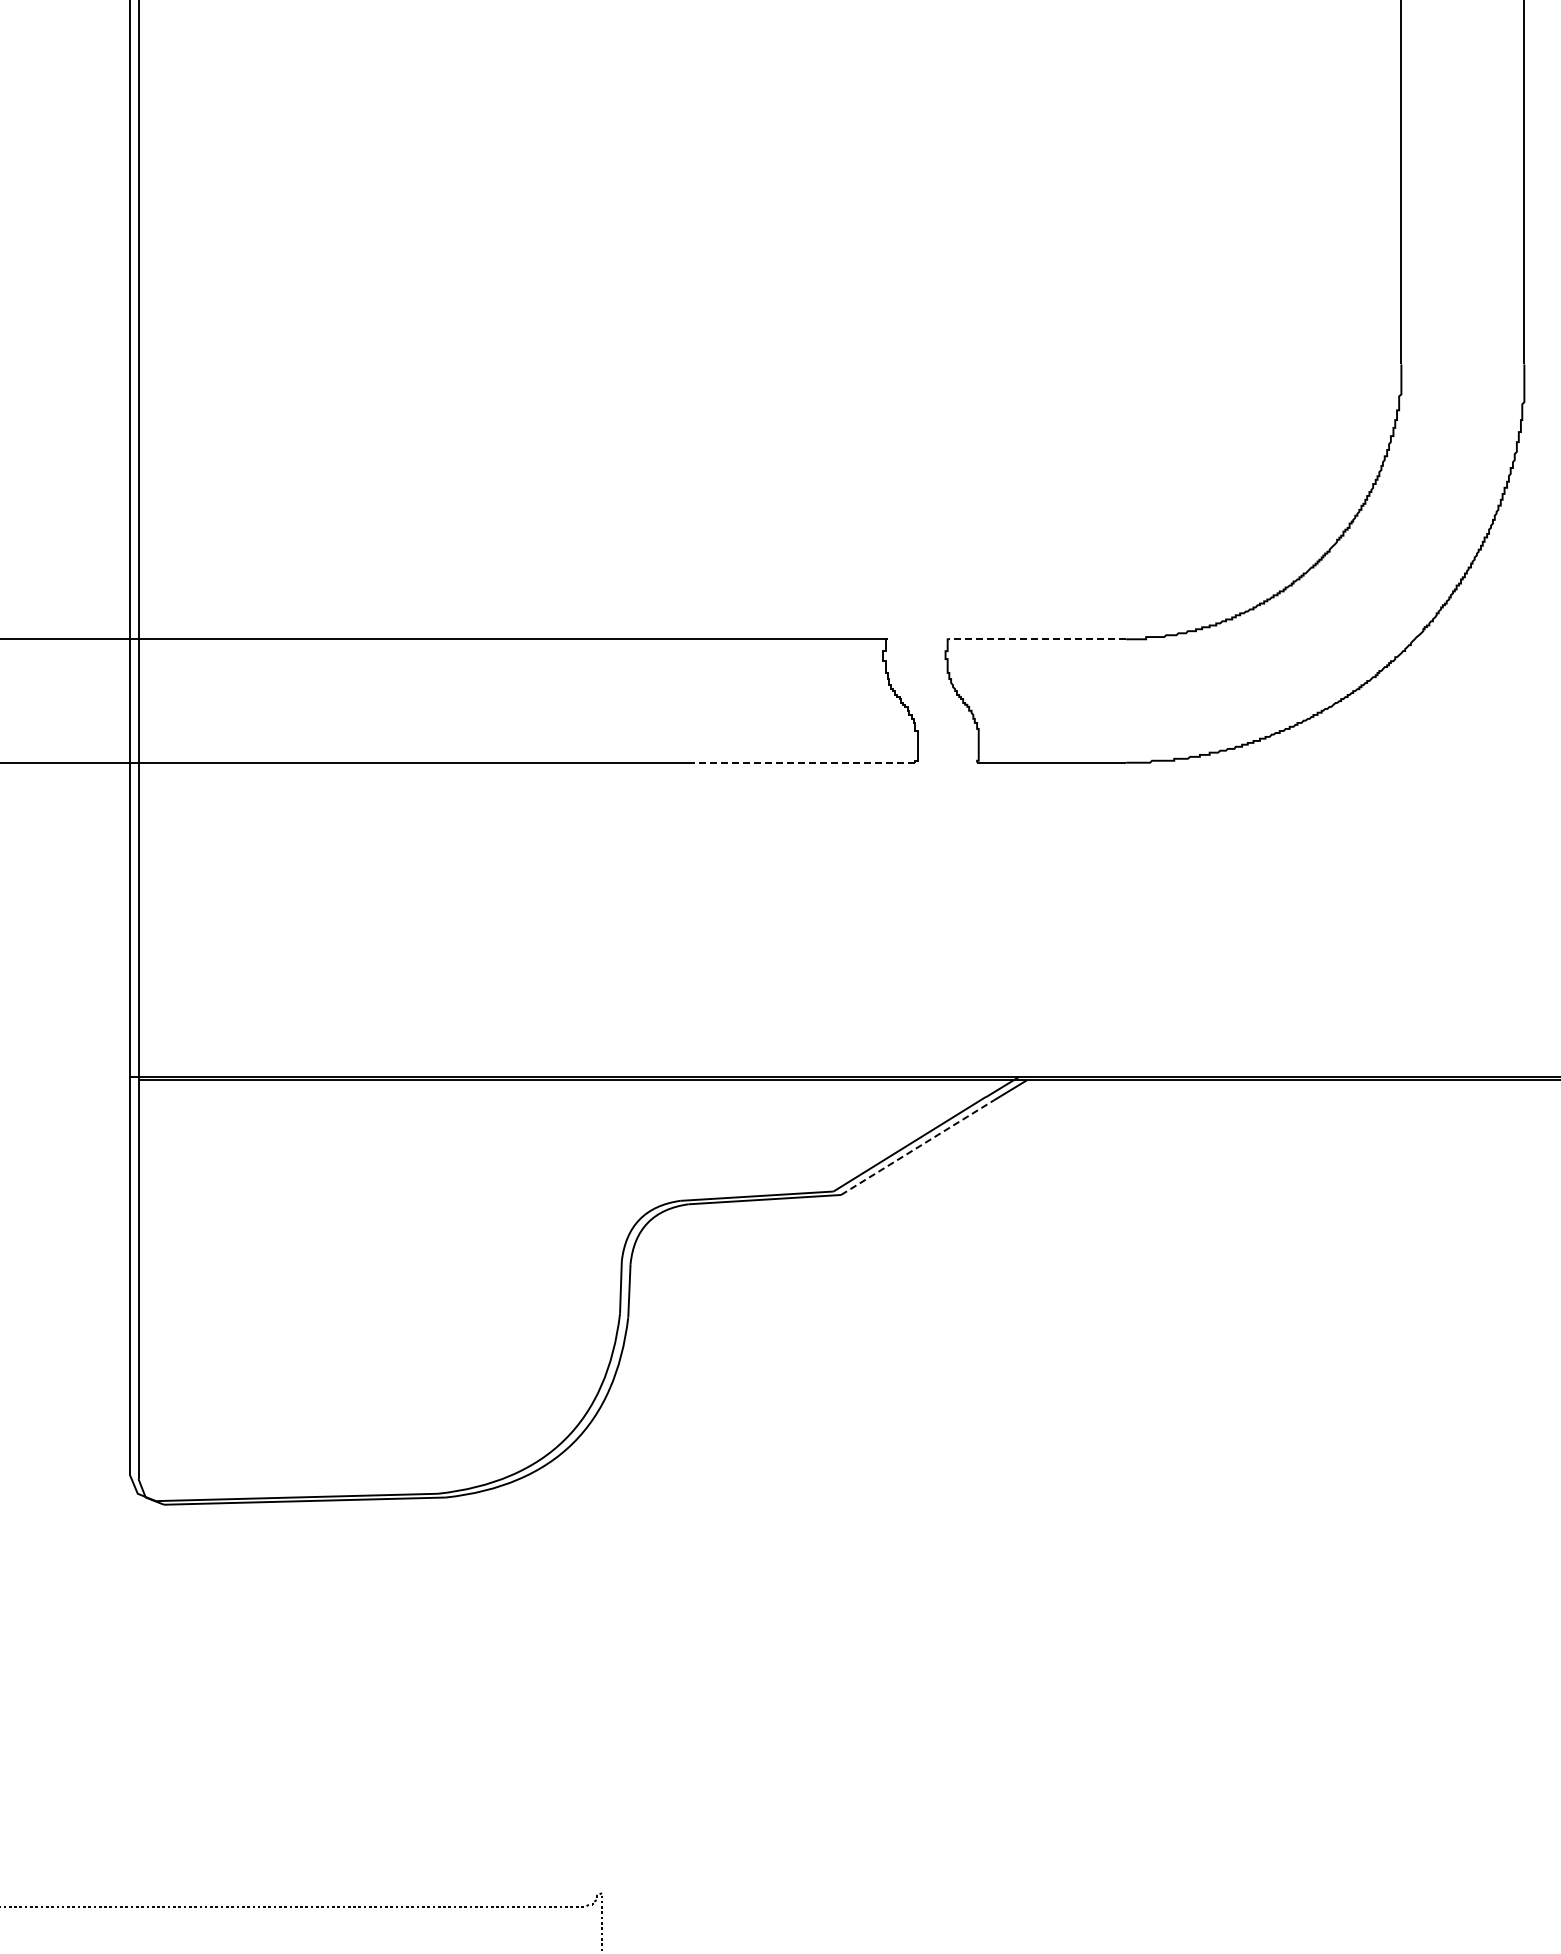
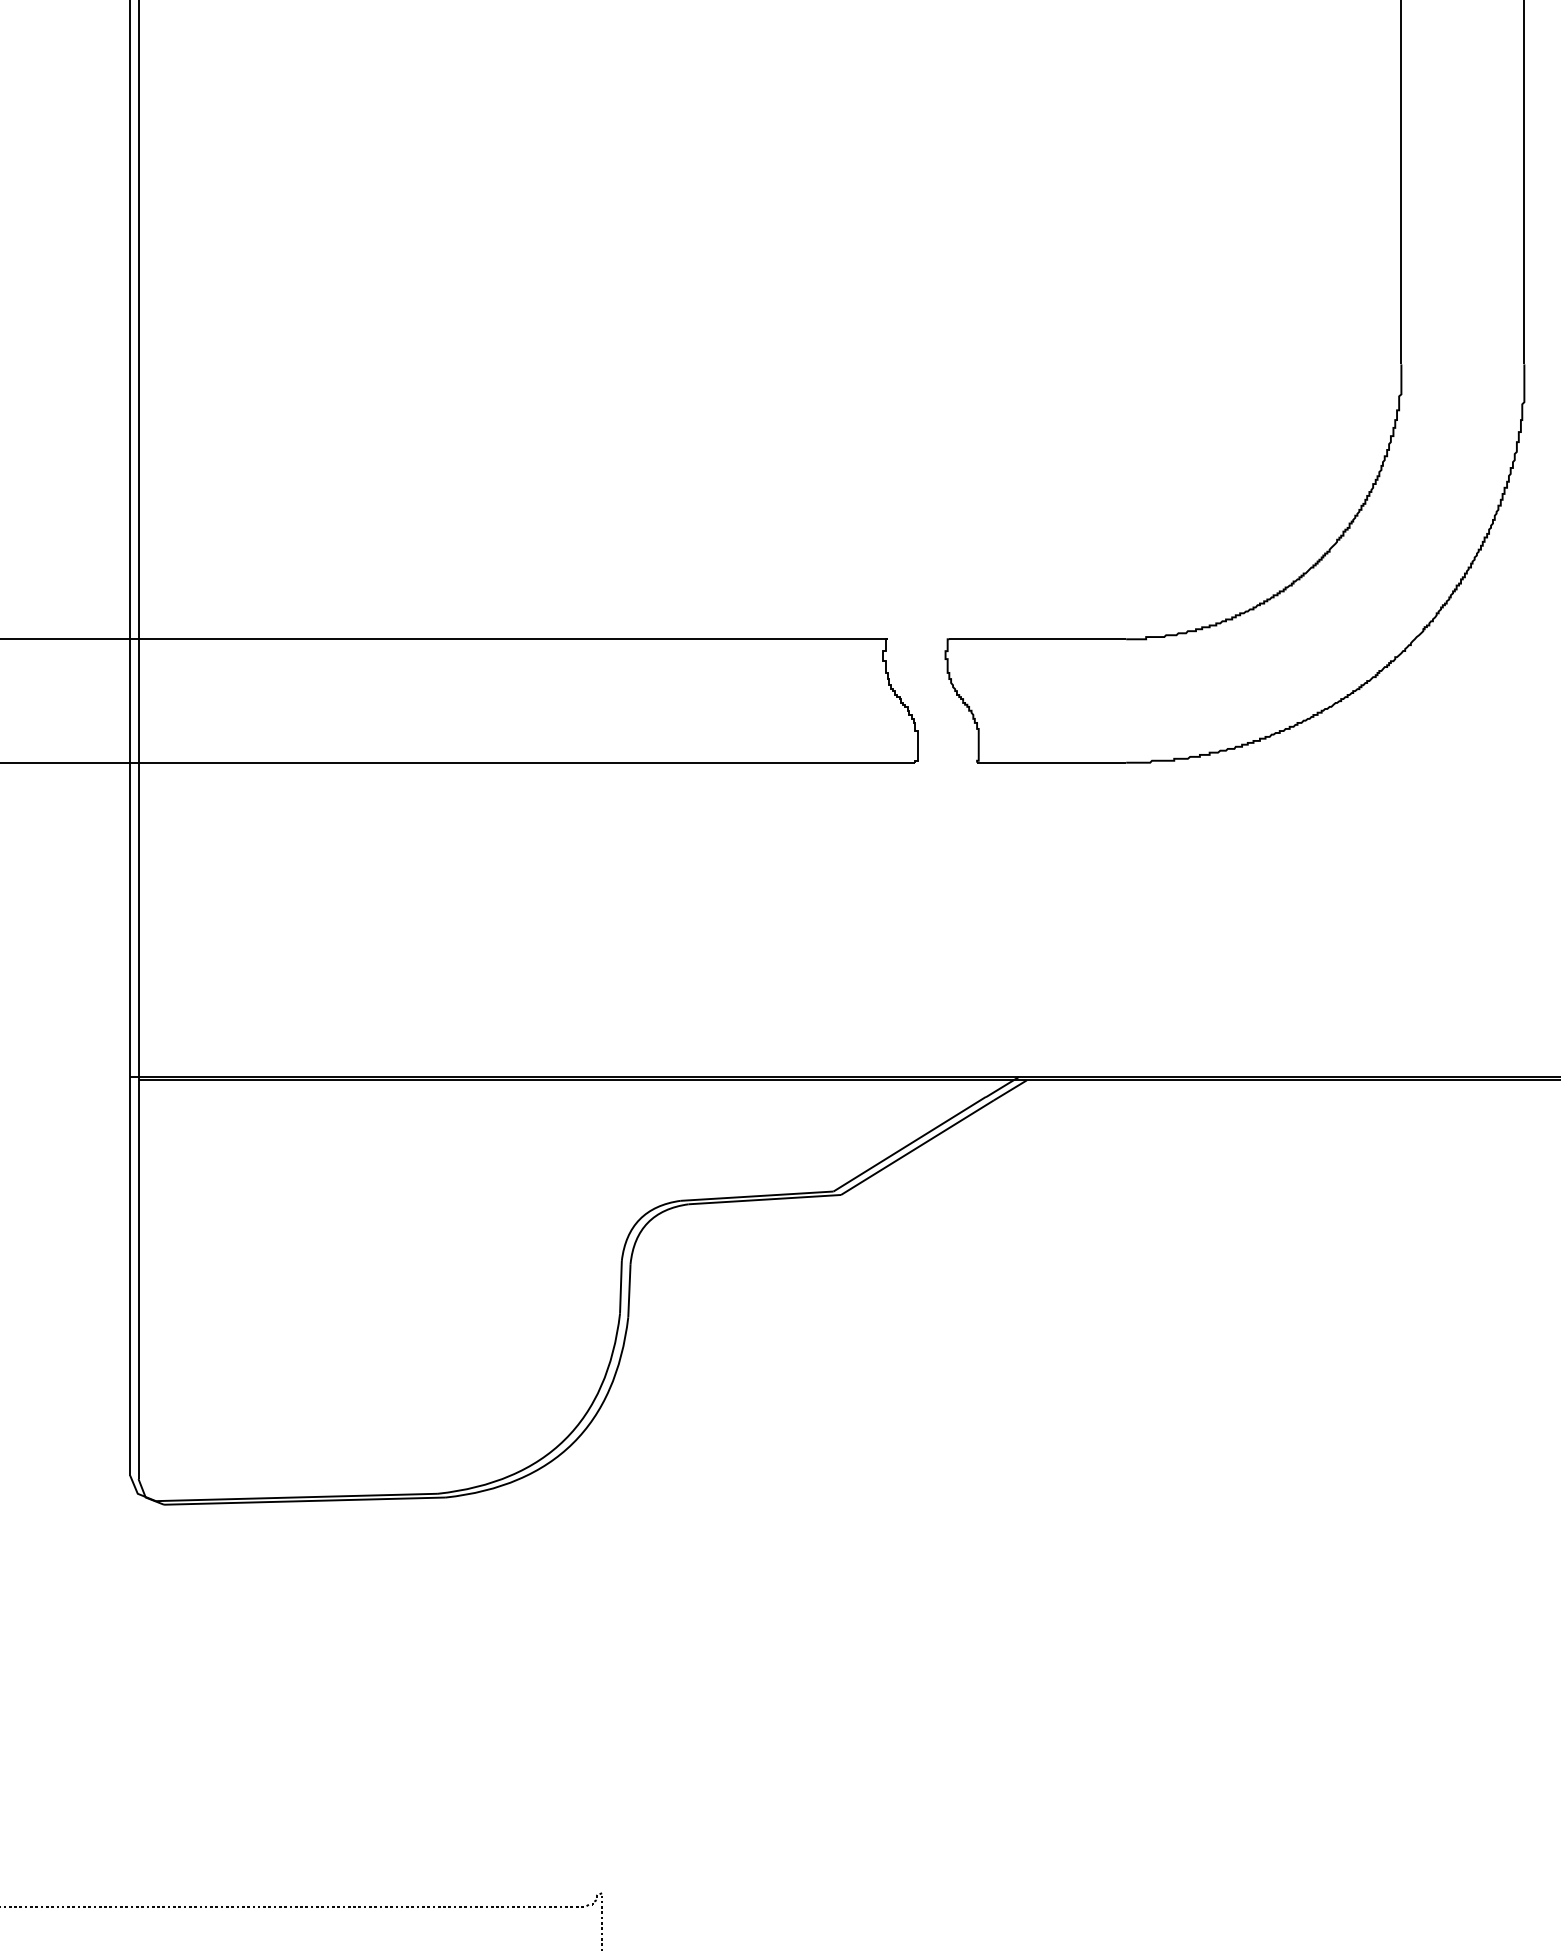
line at (1037, 639): dashed -> solid
line at (801, 762): dashed -> solid
line at (917, 1147): dashed -> solid
